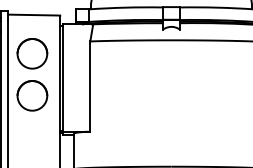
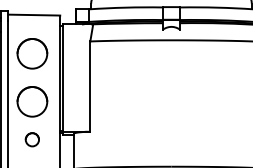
part at (32, 95) position: (32, 95) -> (32, 101)
circle at (31, 139): none -> present
